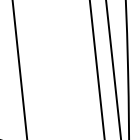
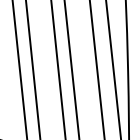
line at (33, 69): none -> present
line at (58, 69): none -> present
line at (71, 69): none -> present
